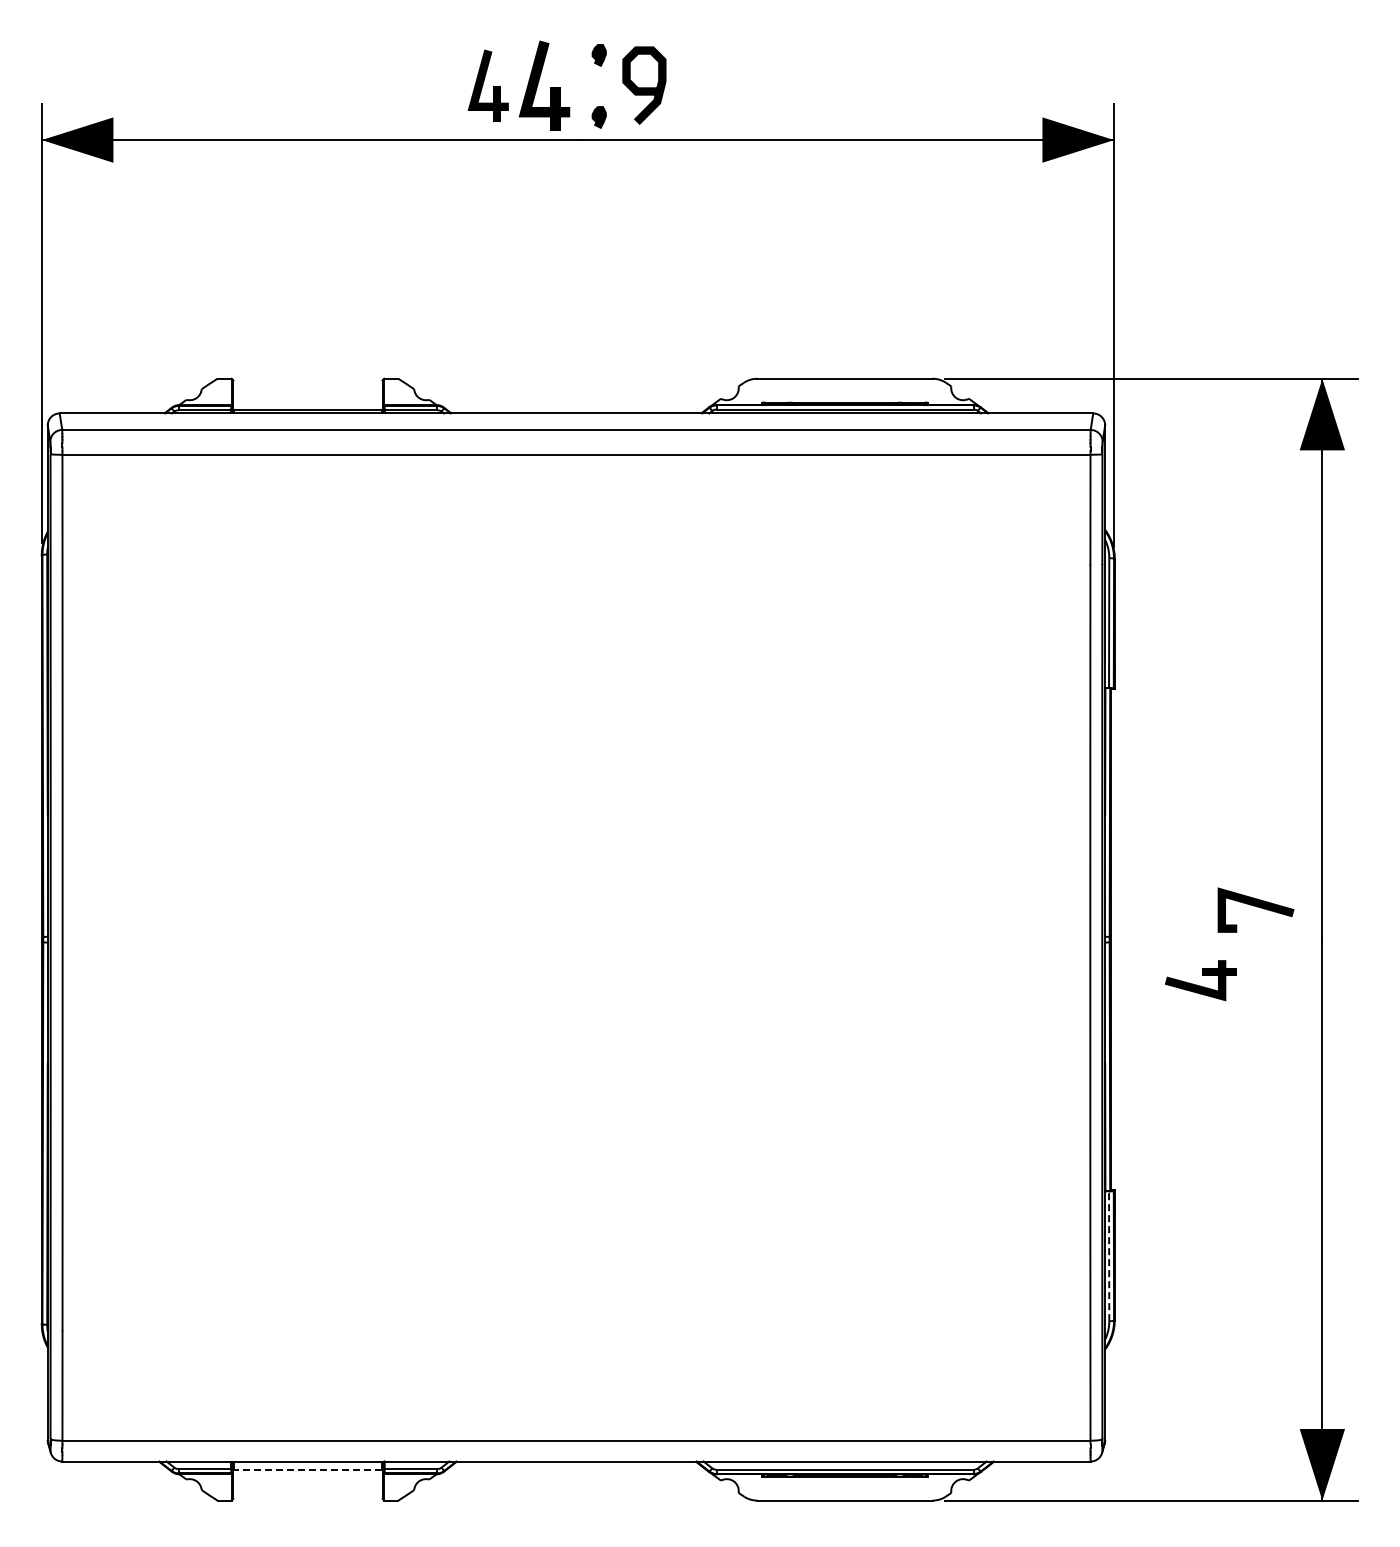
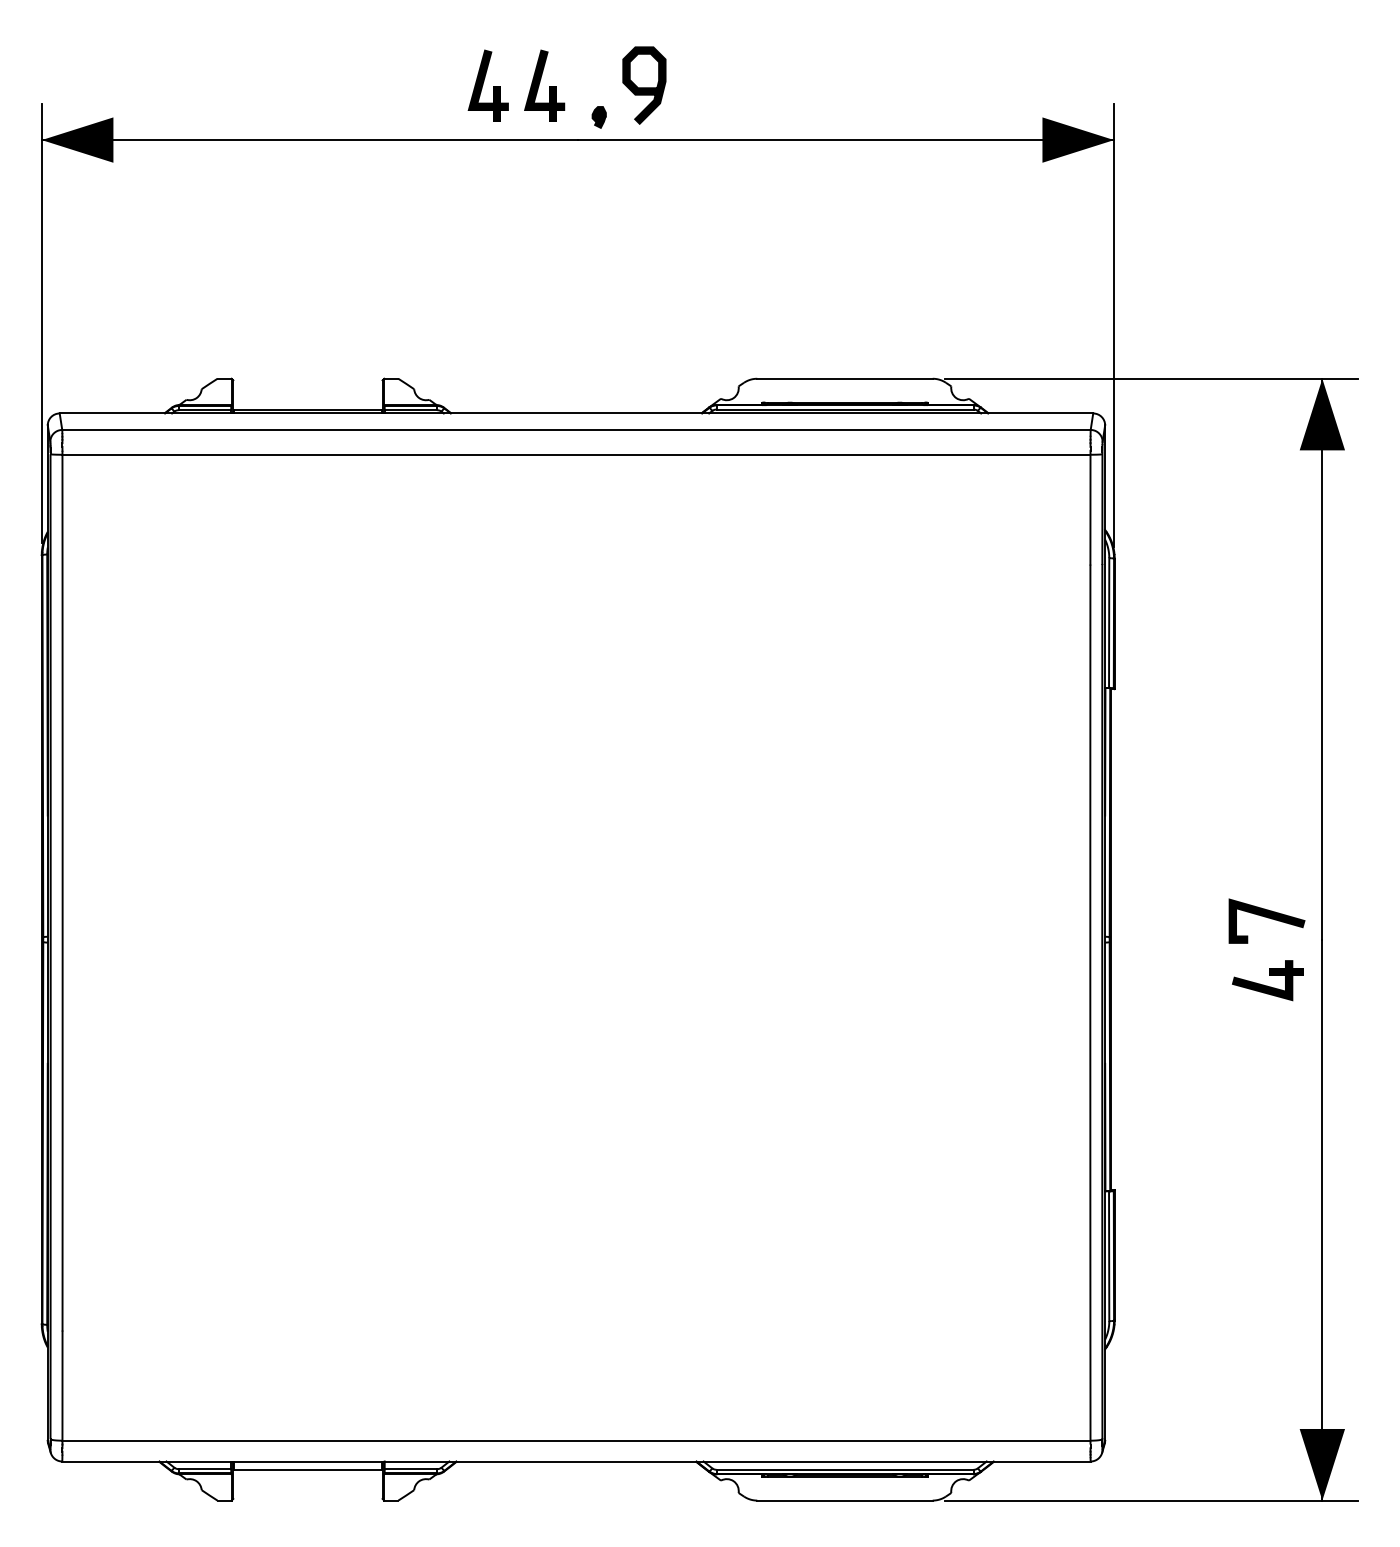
part at (598, 55): present -> none
part at (544, 85) size: 53x91 px -> 42x73 px
line at (1257, 907) position: (1257, 907) -> (1268, 918)
part at (1200, 980) position: (1200, 980) -> (1267, 980)
line at (1109, 1256): dashed -> solid
line at (307, 1469): dashed -> solid
